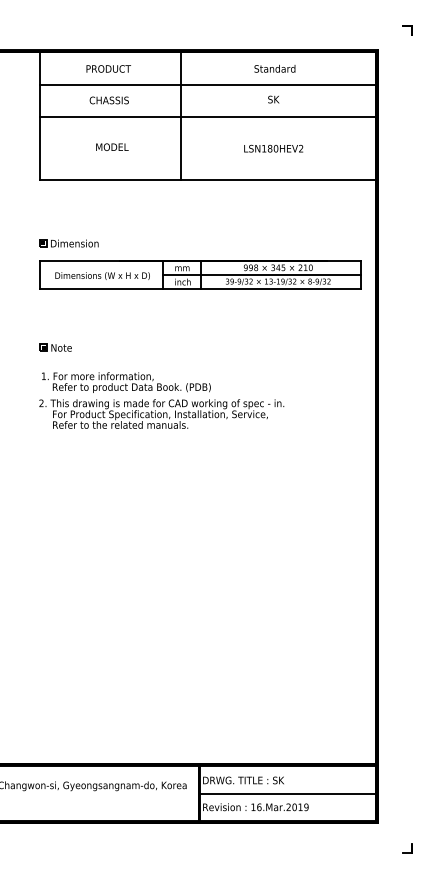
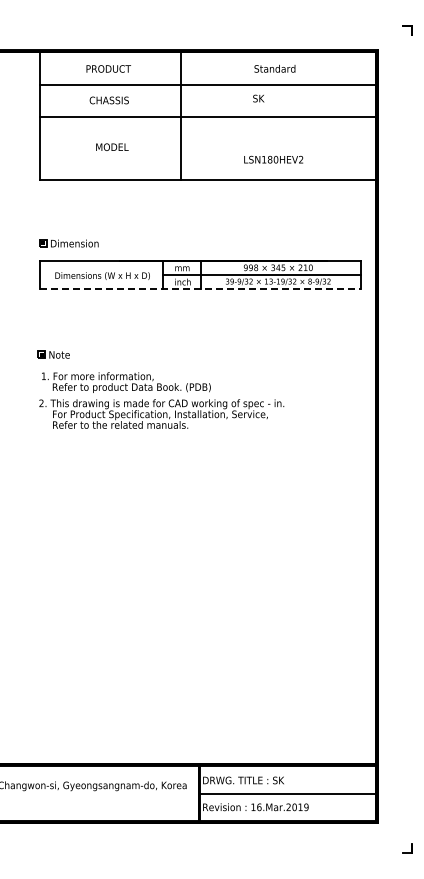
text at (273, 99) position: (273, 99) -> (258, 98)
text at (273, 148) position: (273, 148) -> (273, 159)
line at (200, 289): solid -> dashed
part at (55, 347) position: (55, 347) -> (53, 354)
